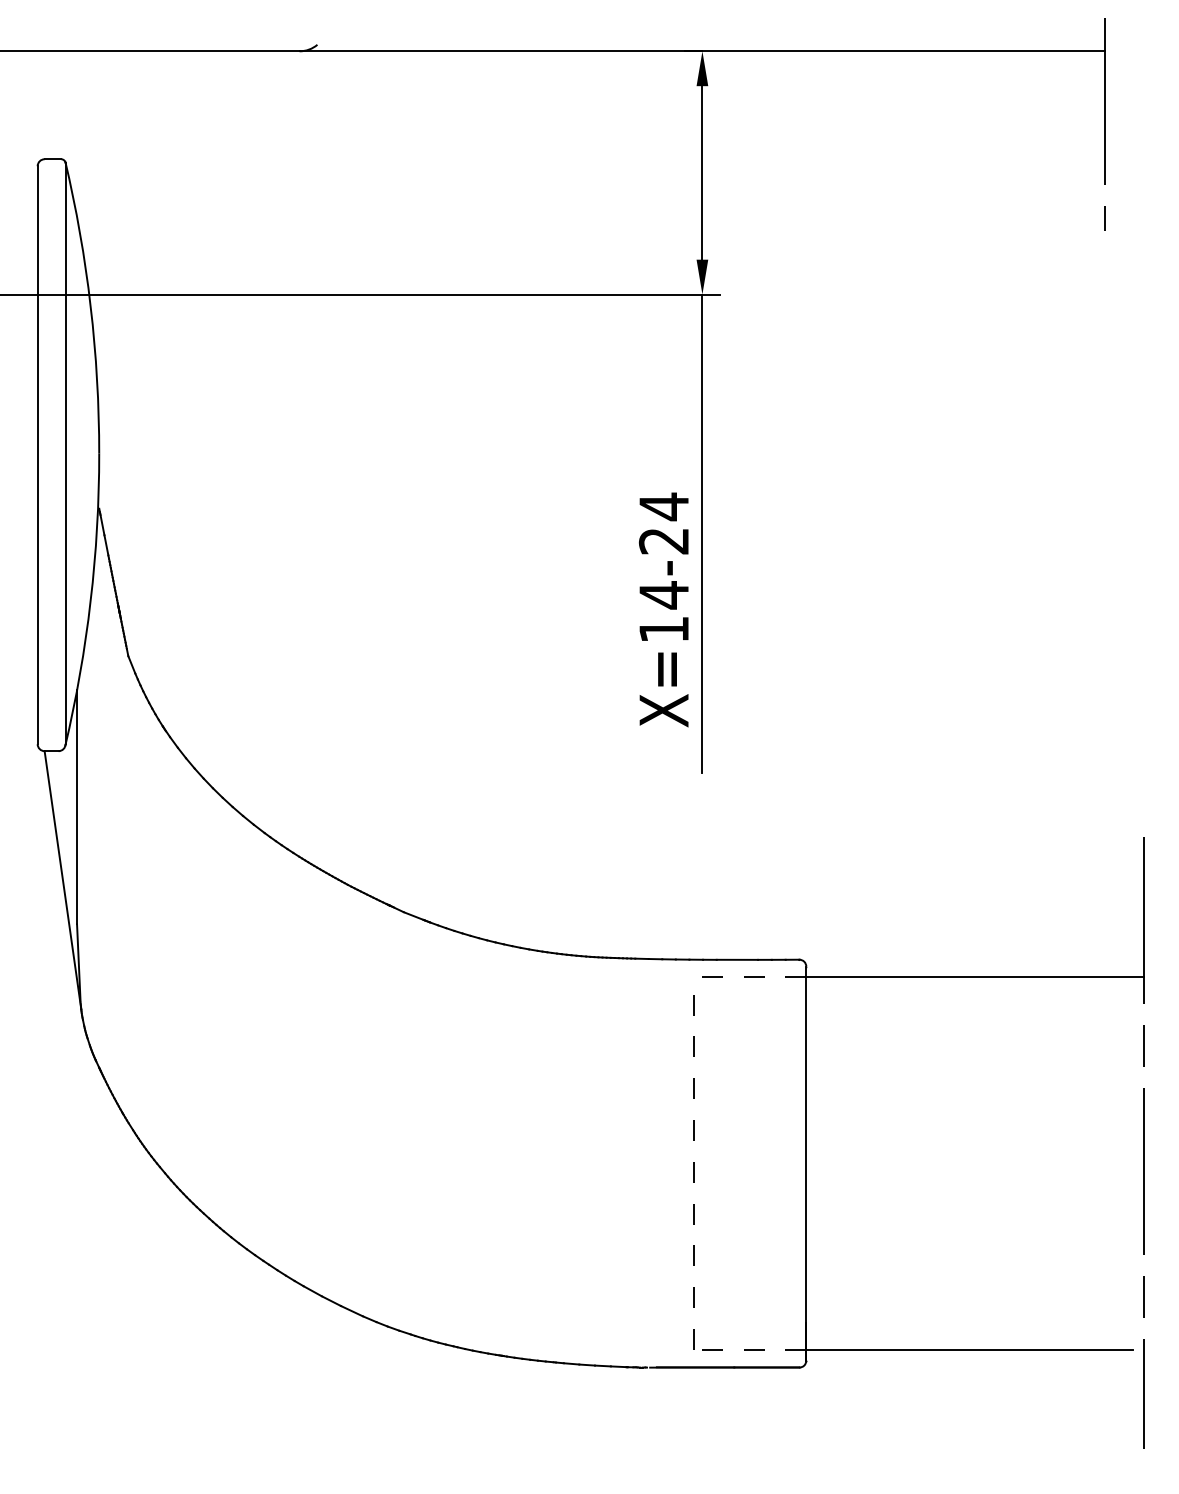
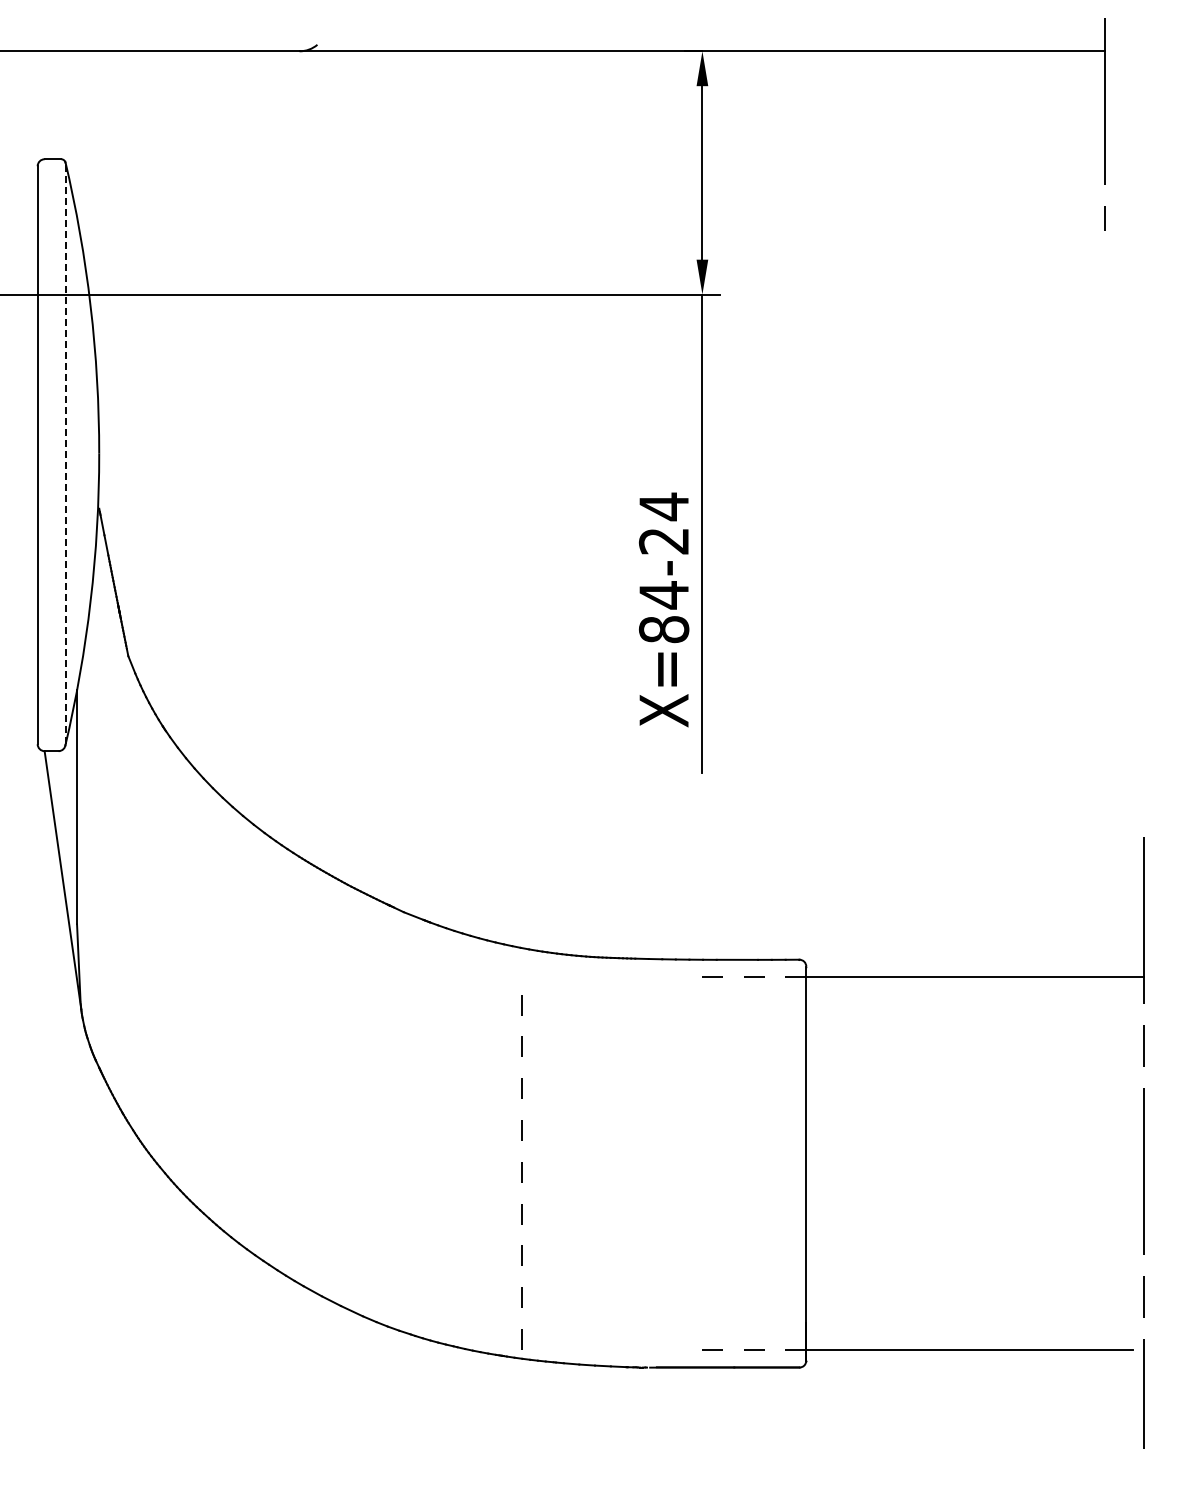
line at (65, 453): solid -> dashed
text at (663, 629): X=14-24 -> X=84-24
line at (693, 1172) position: (693, 1172) -> (521, 1172)
